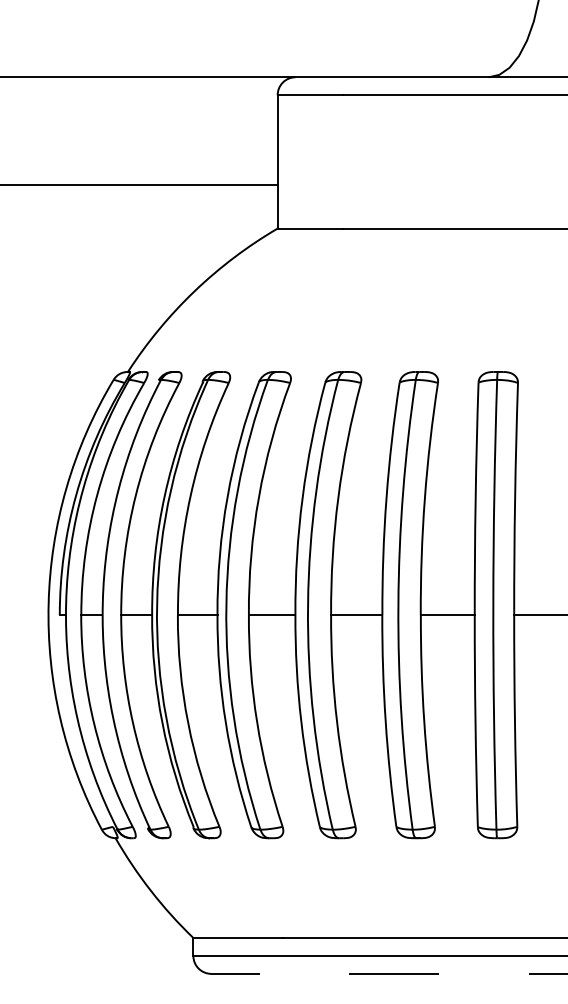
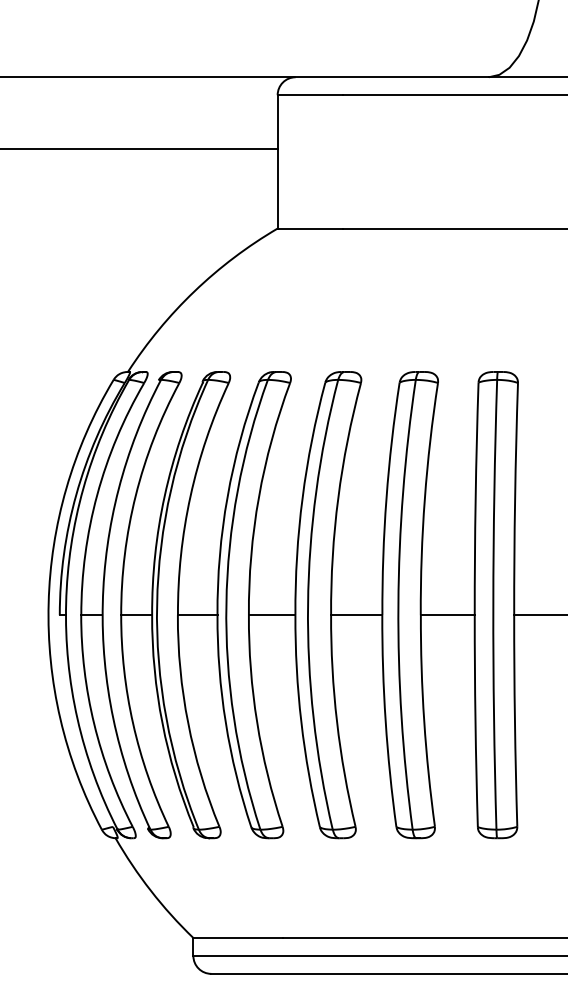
line at (139, 184) position: (139, 184) -> (139, 148)
line at (389, 973): dashed -> solid
